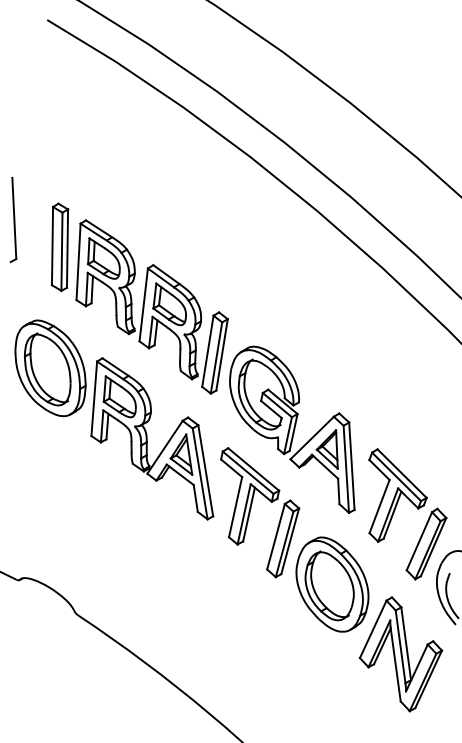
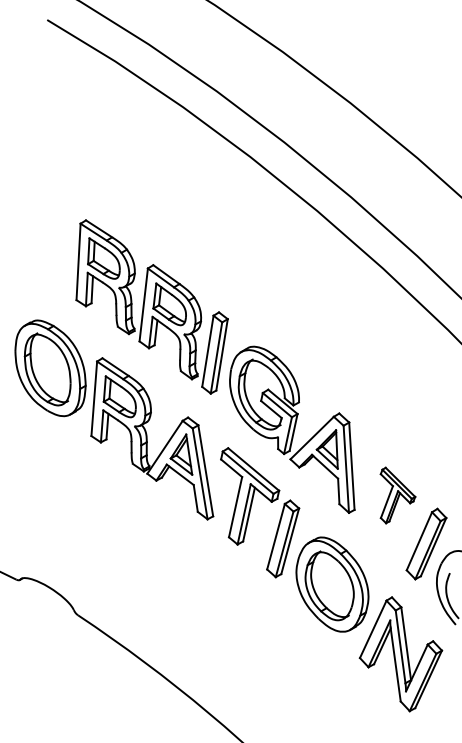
part at (13, 219): present -> none
part at (59, 246): present -> none
part at (397, 495) size: 60x95 px -> 38x59 px
